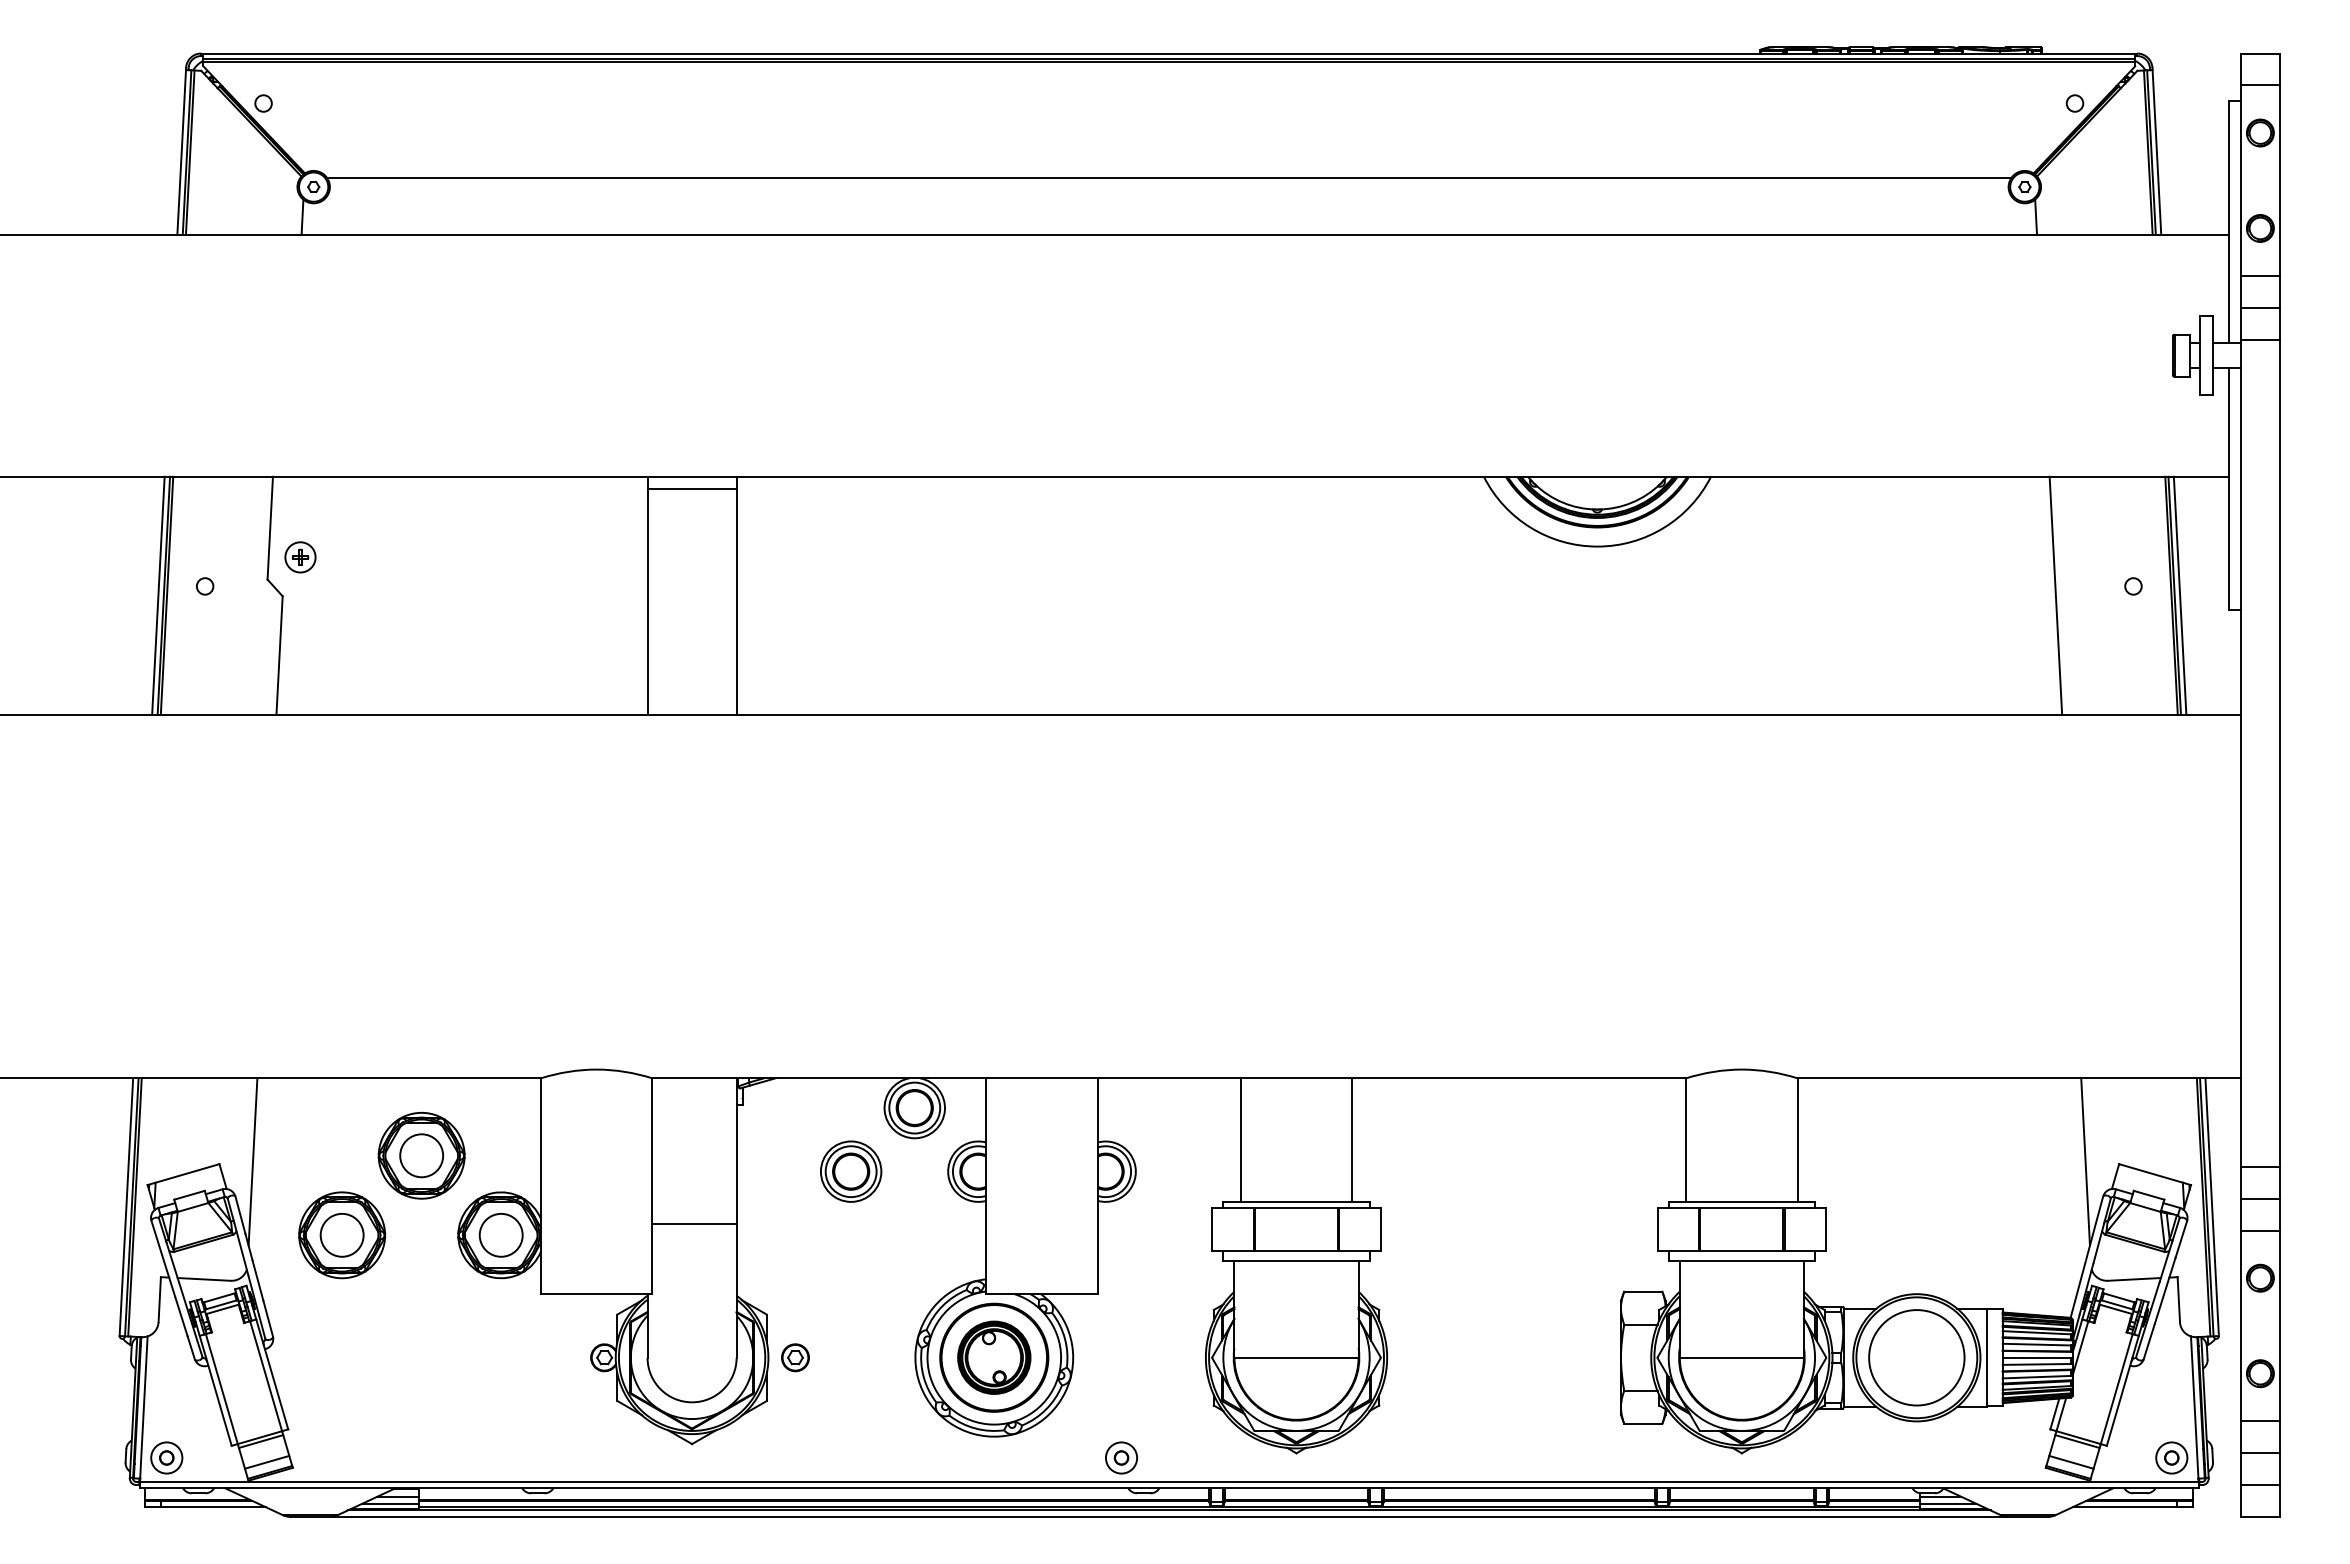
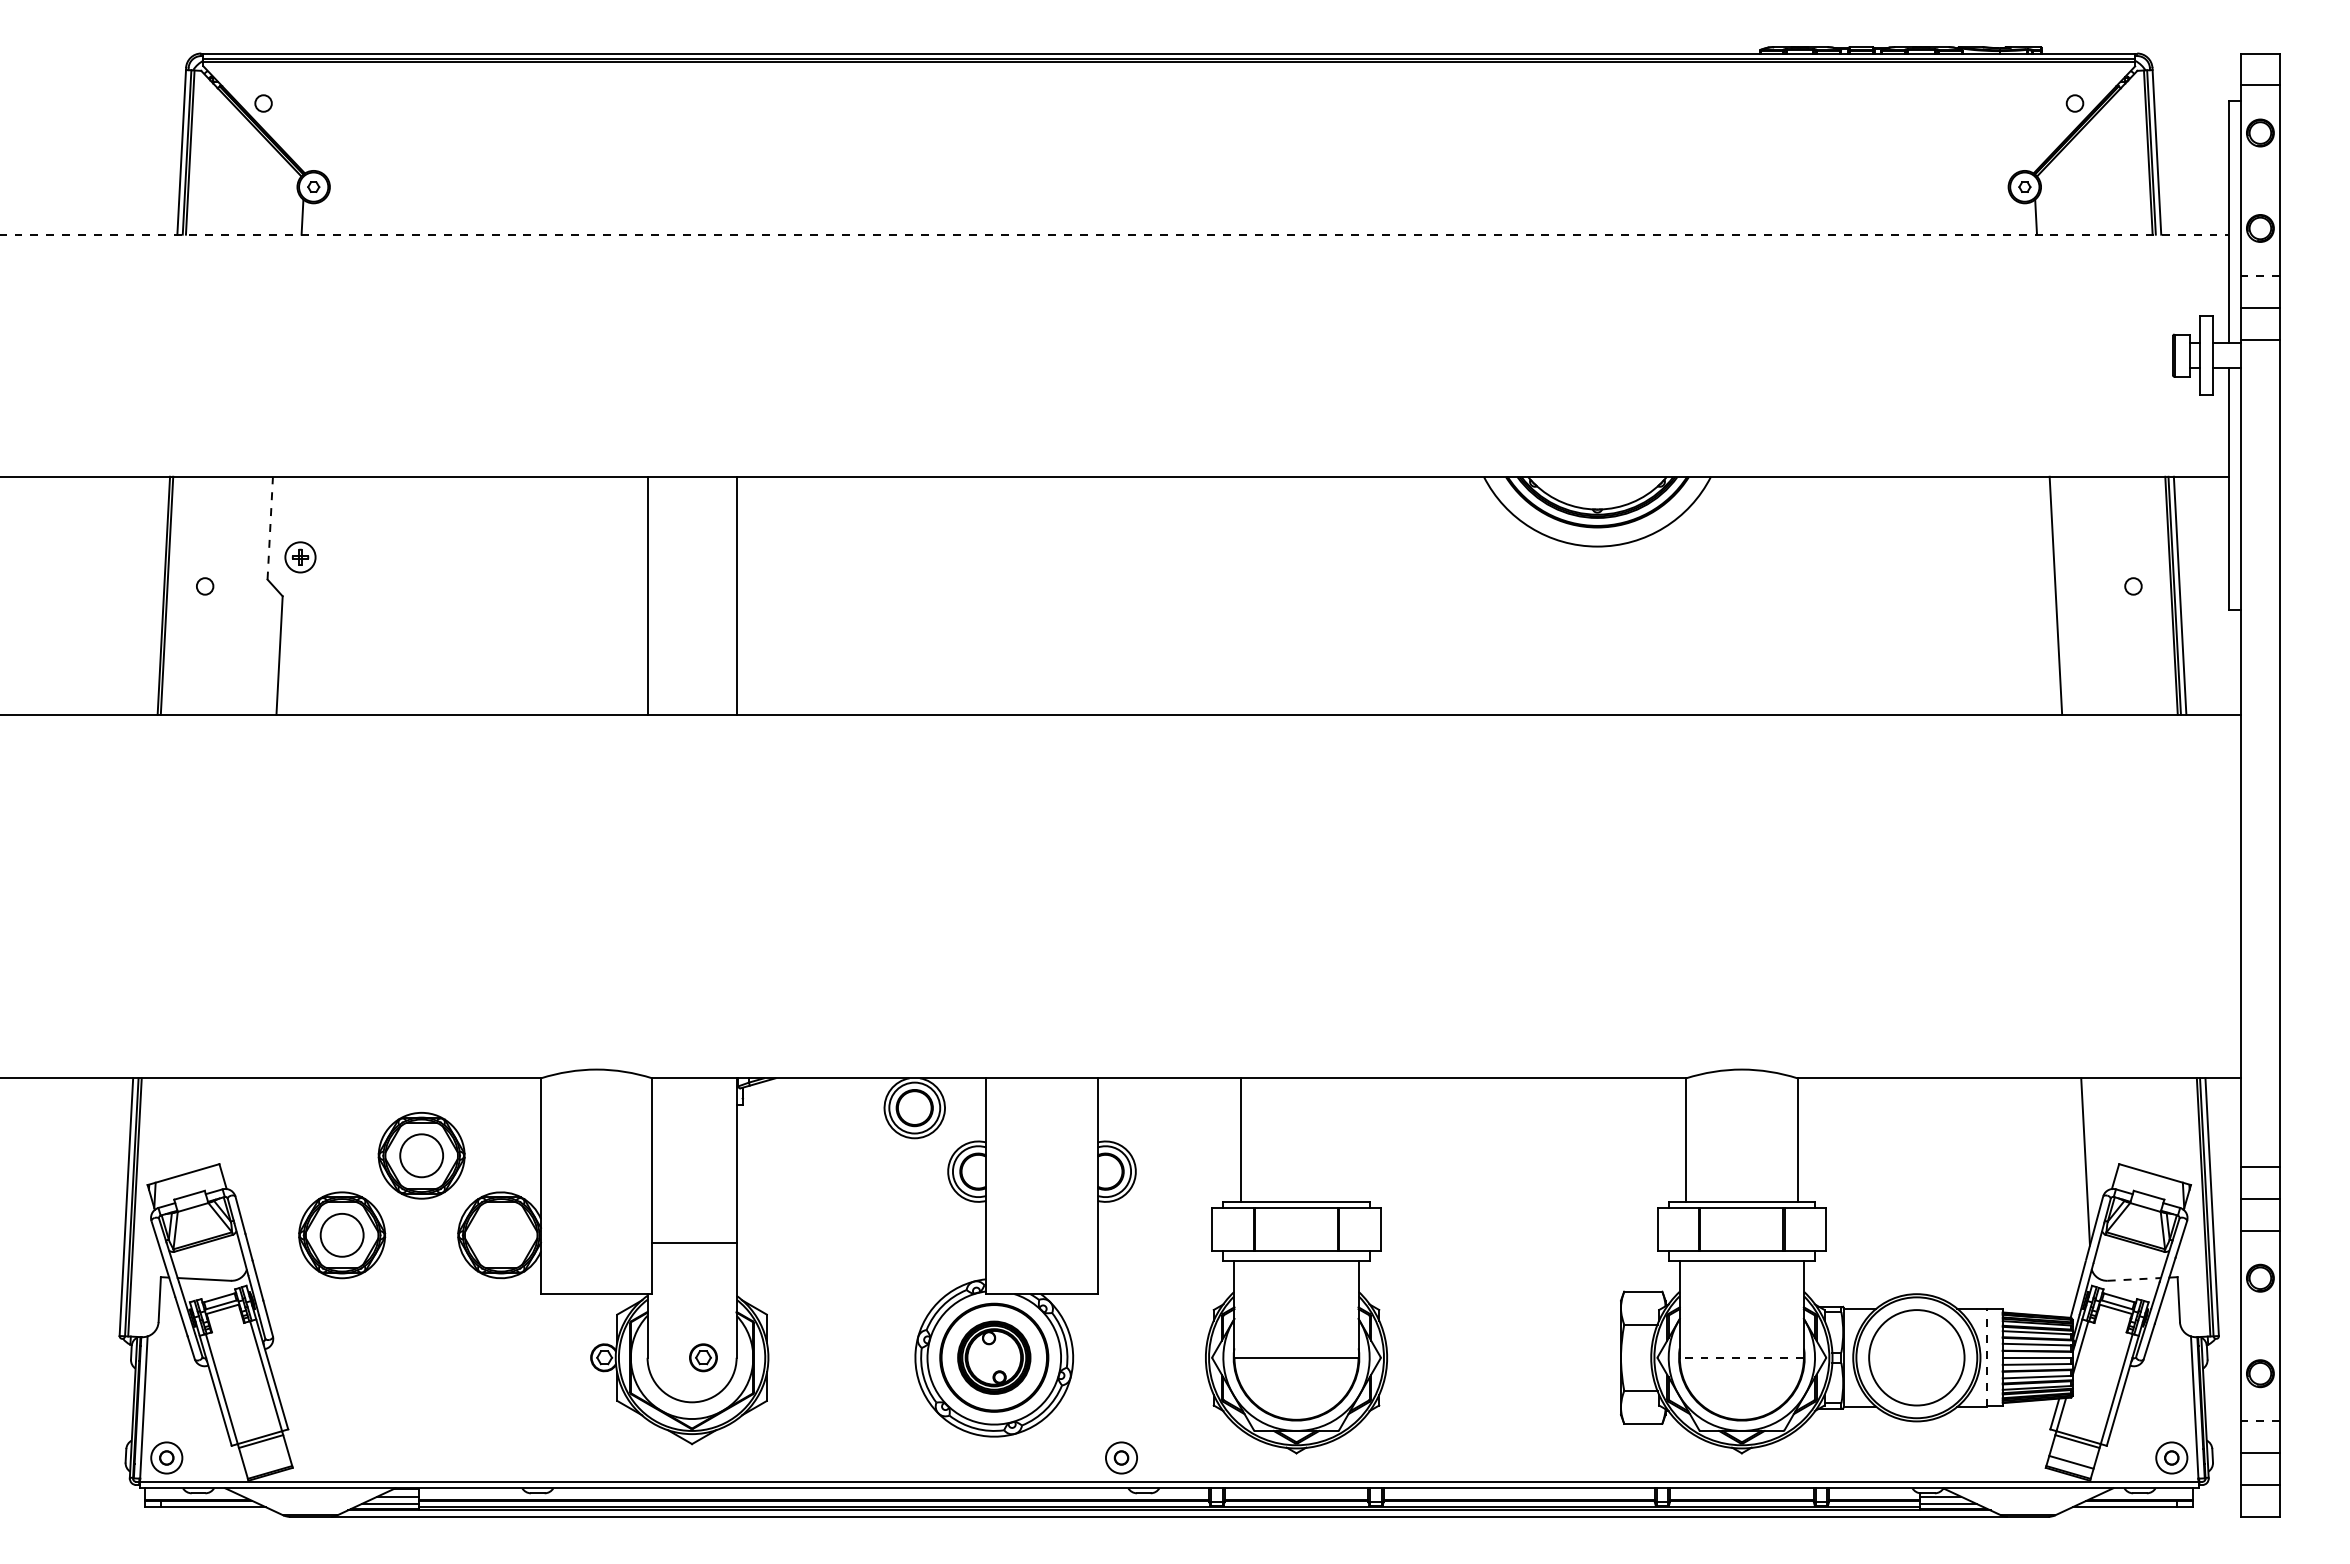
line at (1168, 177): present -> none
line at (1114, 234): solid -> dashed
line at (2259, 276): solid -> dashed
line at (691, 489): present -> none
line at (270, 527): solid -> dashed
line at (158, 595): present -> none
line at (1352, 1139): present -> none
line at (252, 1161): present -> none
part at (851, 1171): present -> none
line at (694, 1224) position: (694, 1224) -> (694, 1243)
circle at (500, 1235): present -> none
line at (2134, 1279): solid -> dashed
part at (795, 1357) position: (795, 1357) -> (703, 1357)
line at (1741, 1357): solid -> dashed
line at (1986, 1357): solid -> dashed
line at (2259, 1421): solid -> dashed
line at (266, 1461): present -> none
